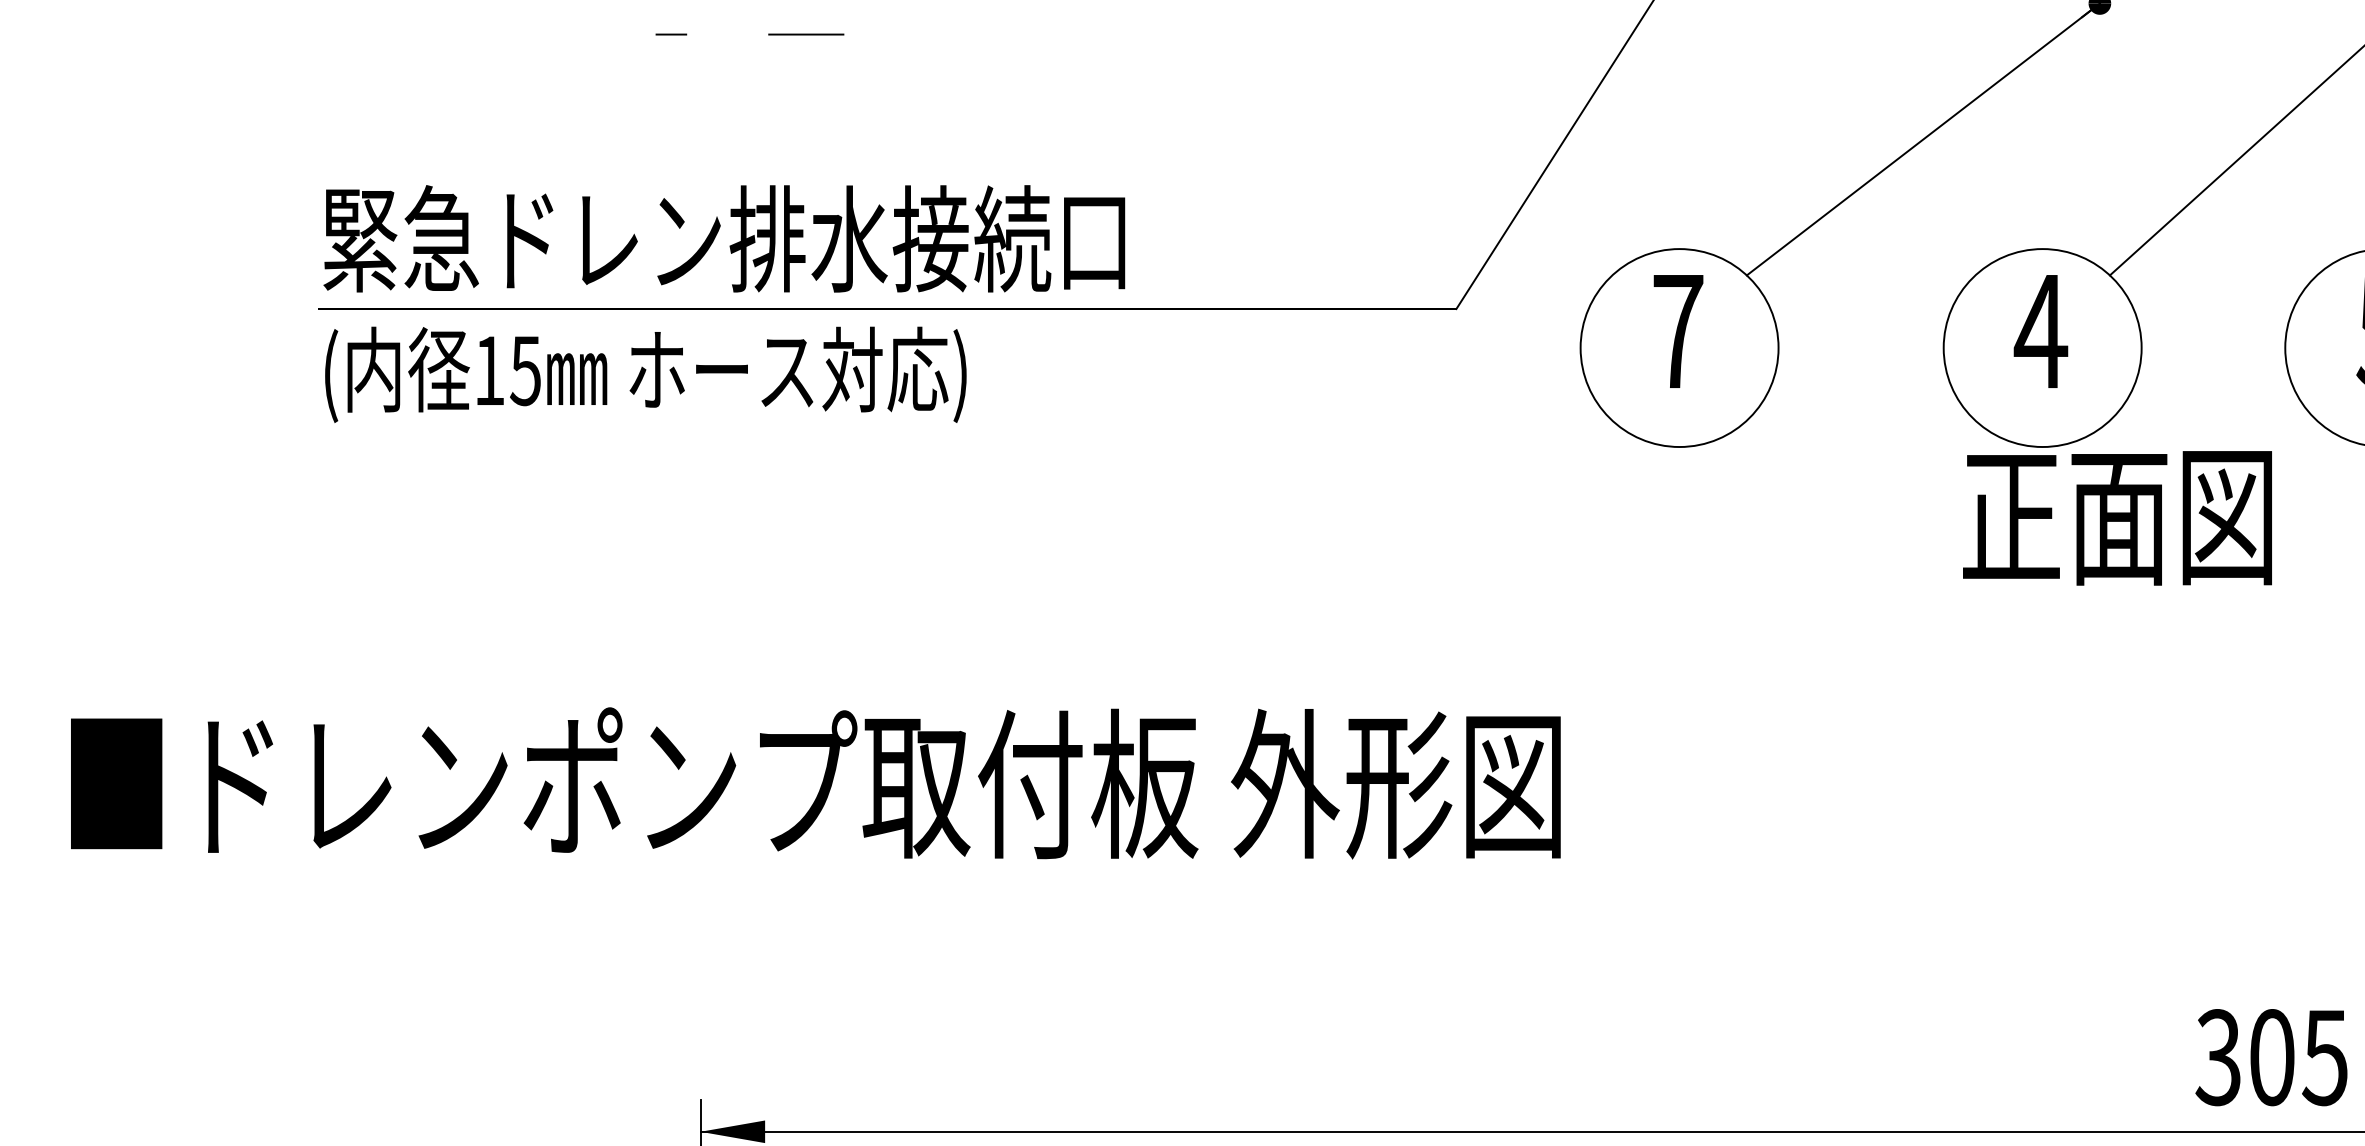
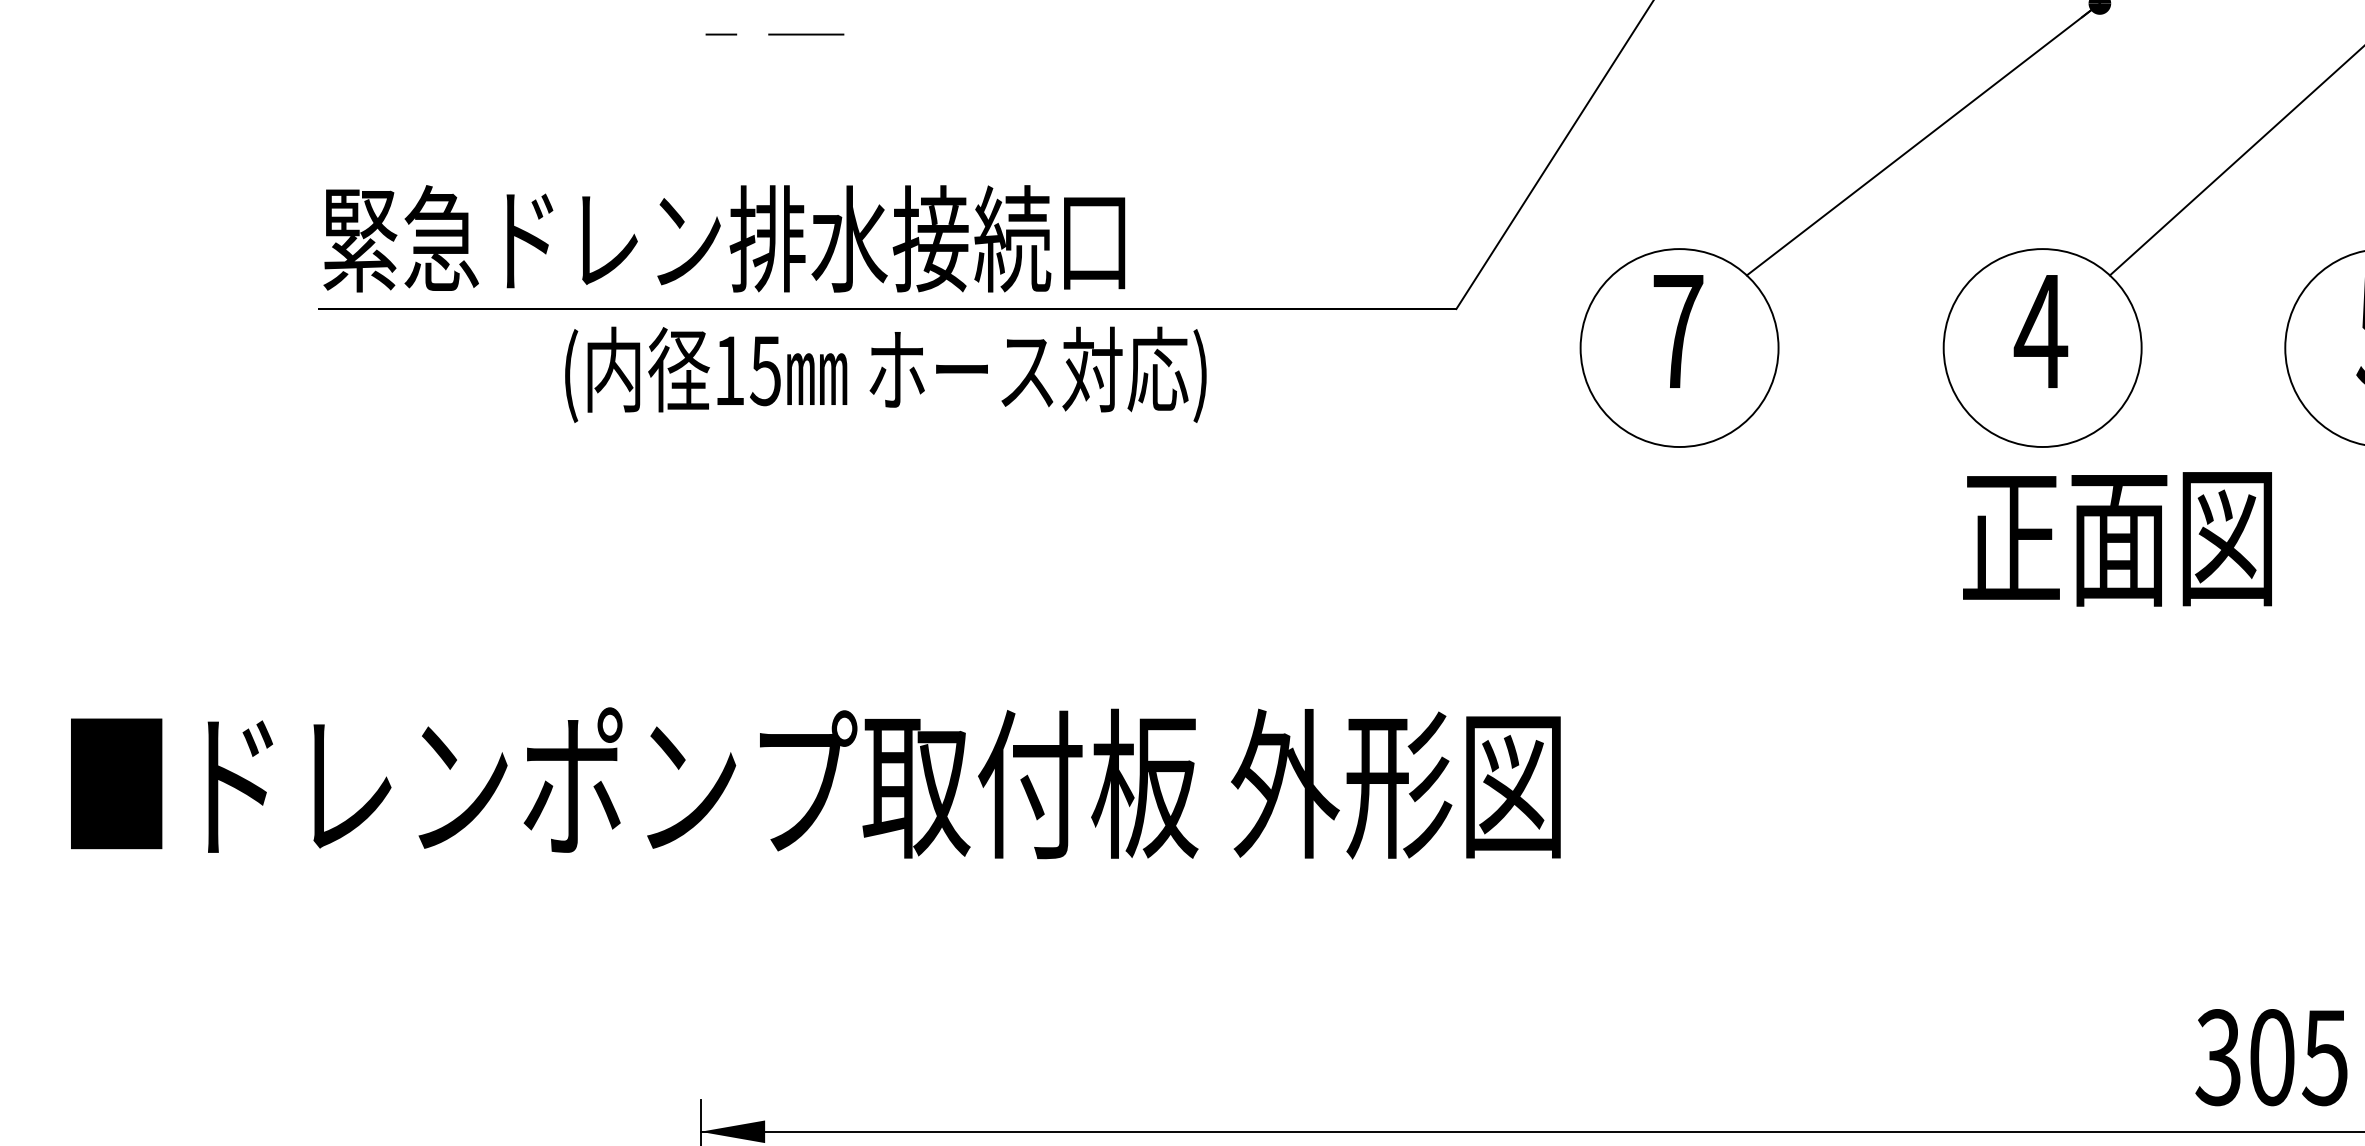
line at (671, 34) position: (671, 34) -> (721, 34)
text at (645, 374) position: (645, 374) -> (885, 374)
text at (2117, 518) position: (2117, 518) -> (2117, 539)
